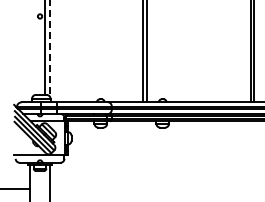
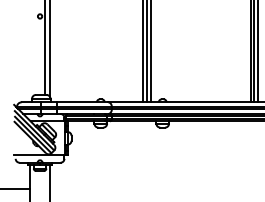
line at (49, 48): dashed -> solid
line at (151, 52): none -> present
line at (258, 52): none -> present
